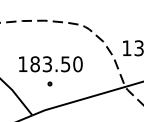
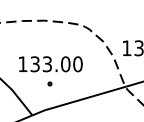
text at (50, 64): 183.50 -> 133.00
